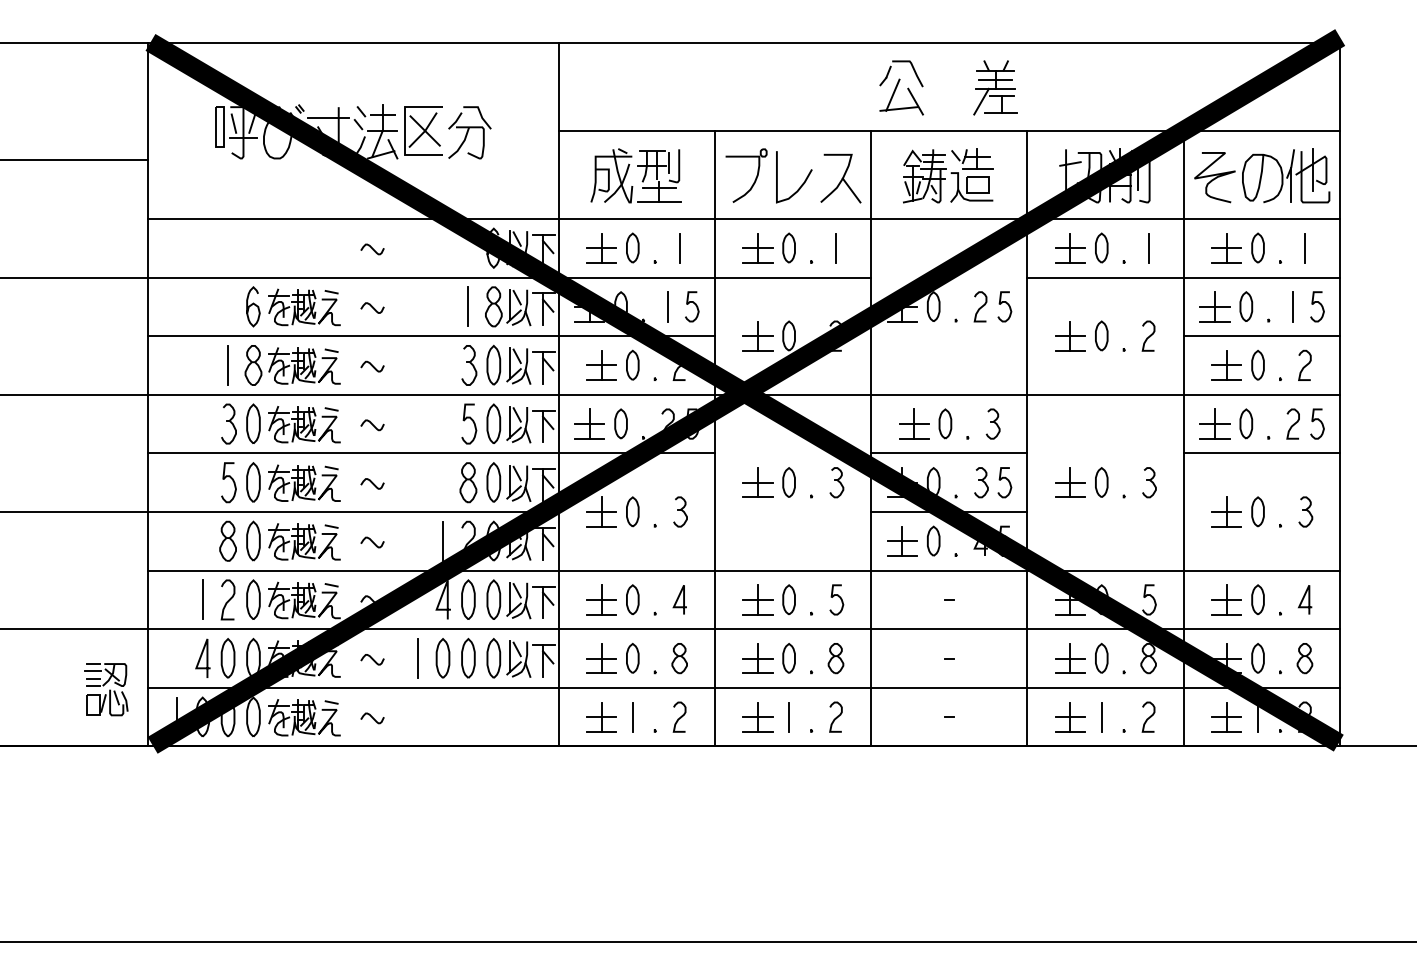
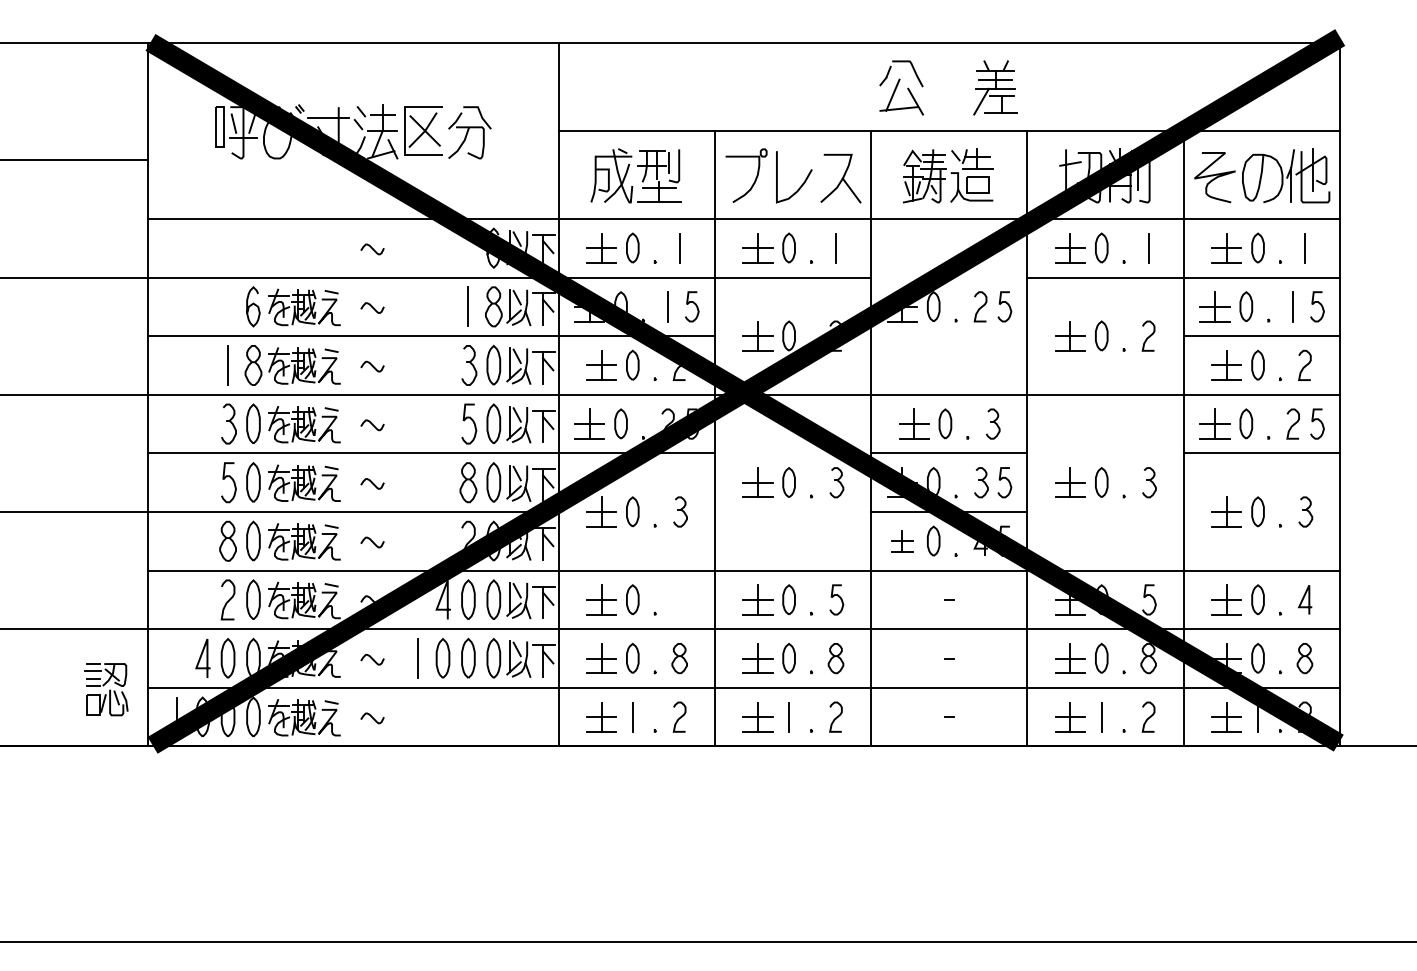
line at (443, 540): present -> none
part at (902, 541) size: 31x31 px -> 23x23 px
line at (202, 599): present -> none
line at (678, 599): present -> none
